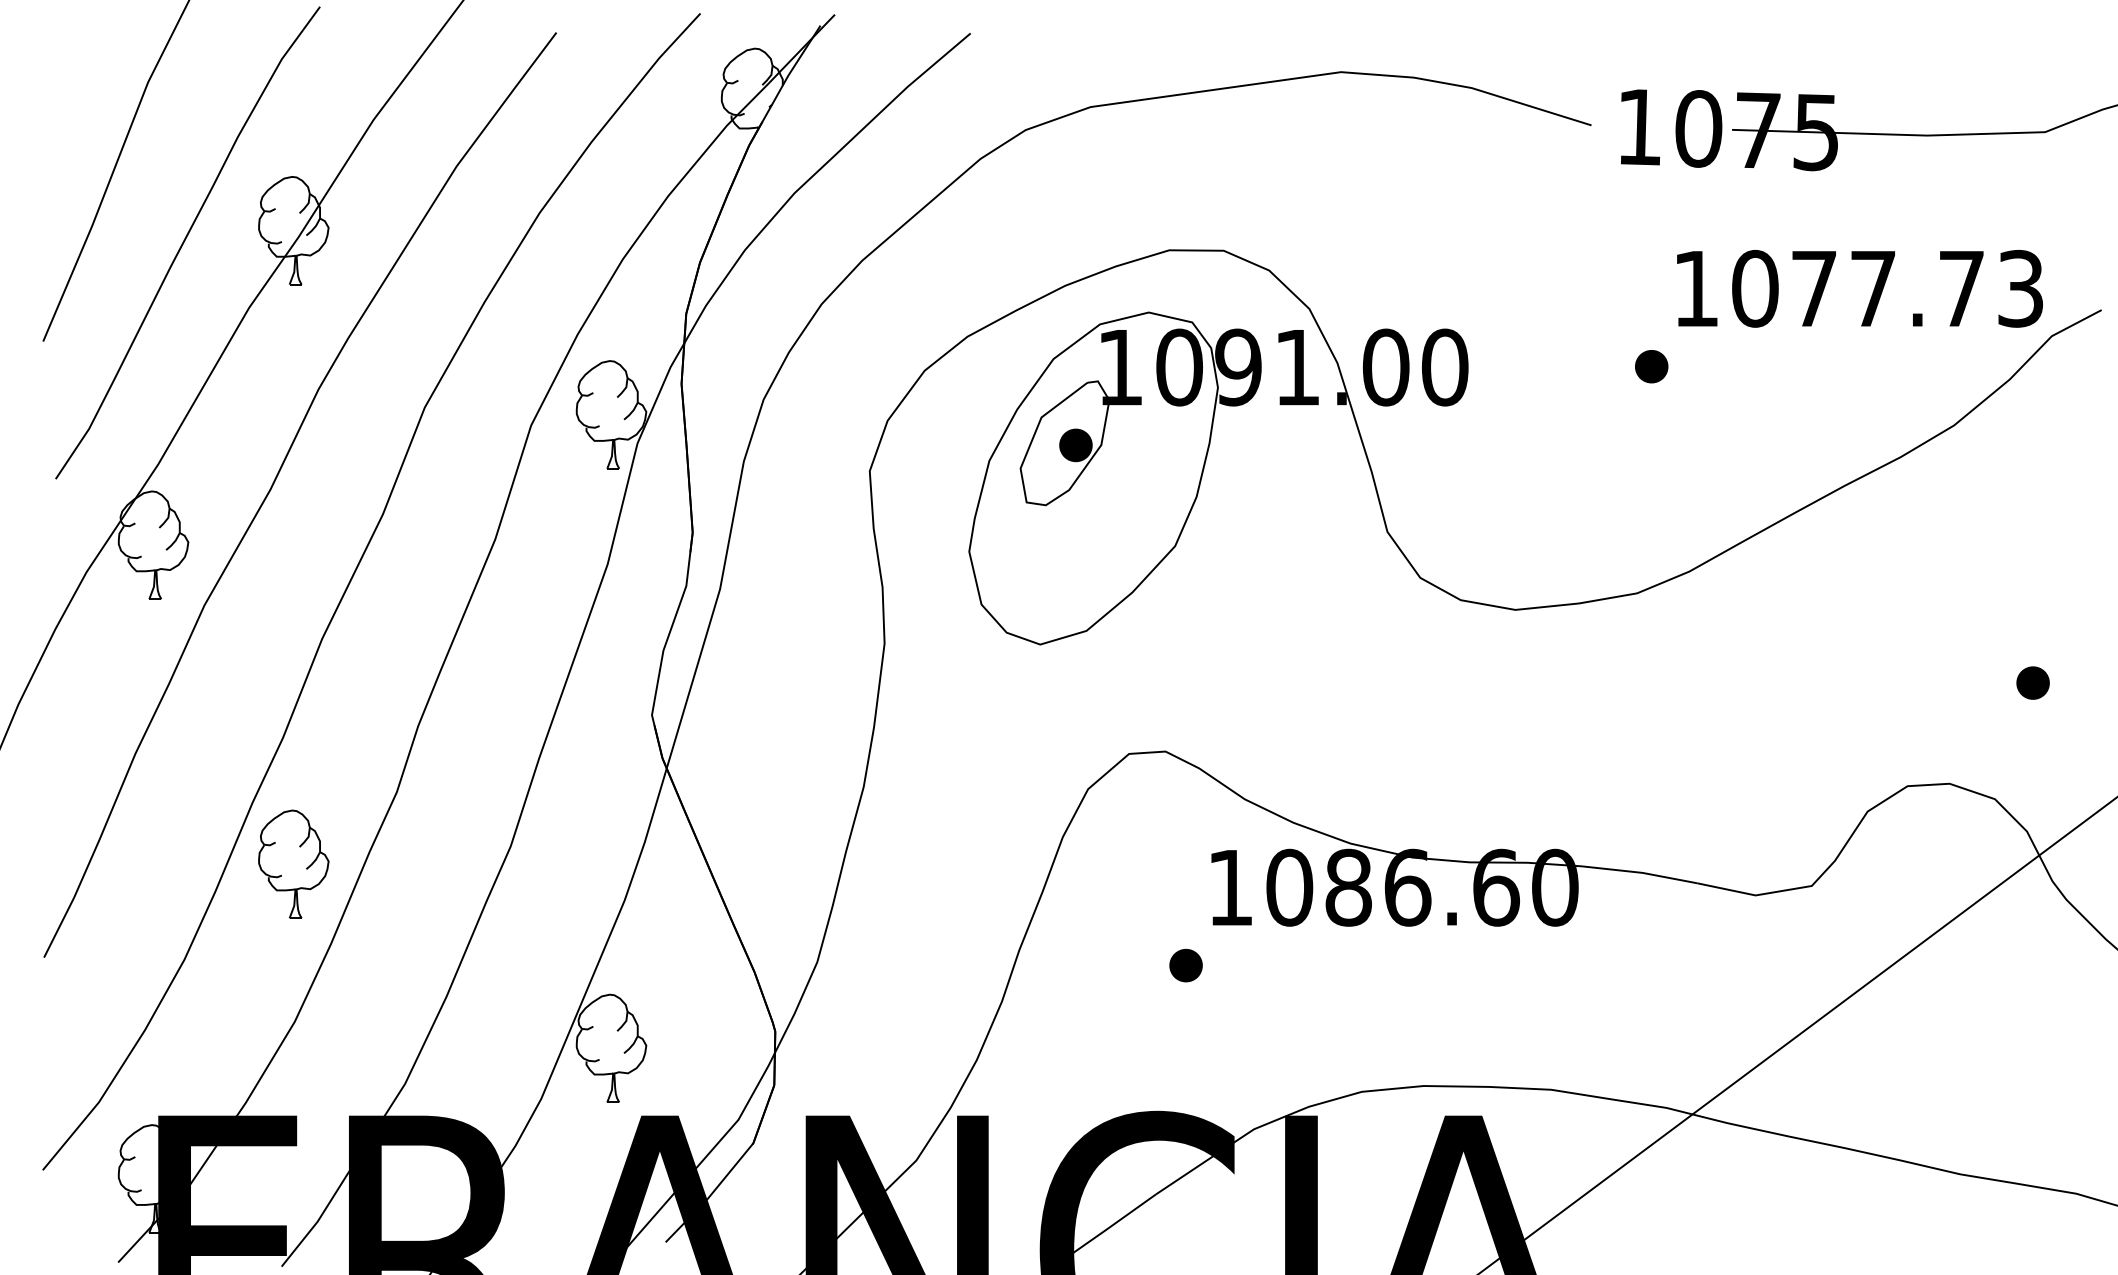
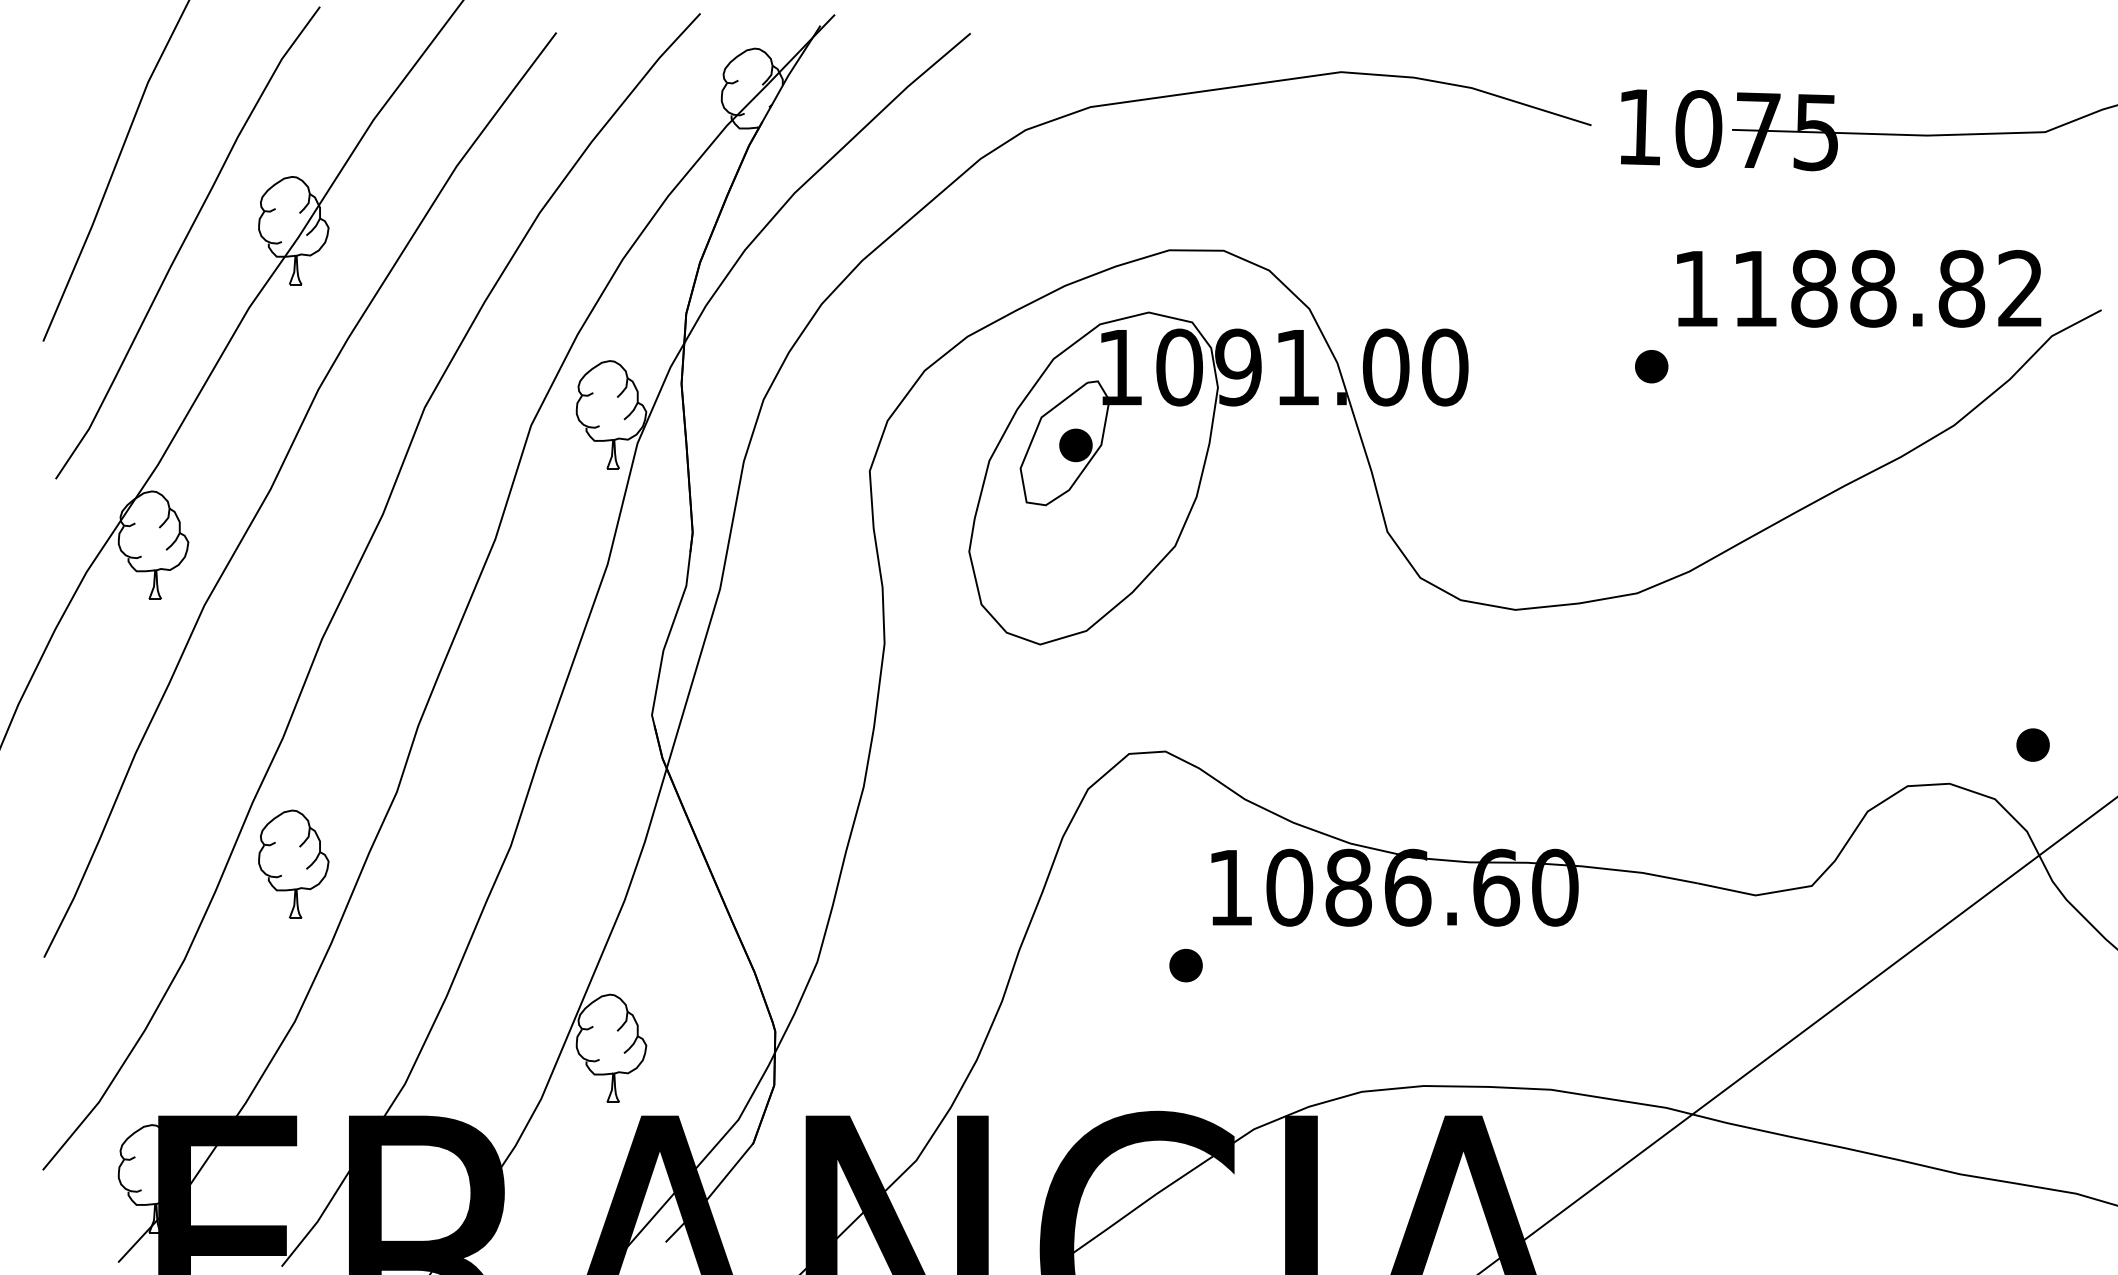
text at (1887, 288): 1077.73 -> 1188.82
part at (2032, 682) position: (2032, 682) -> (2032, 744)
